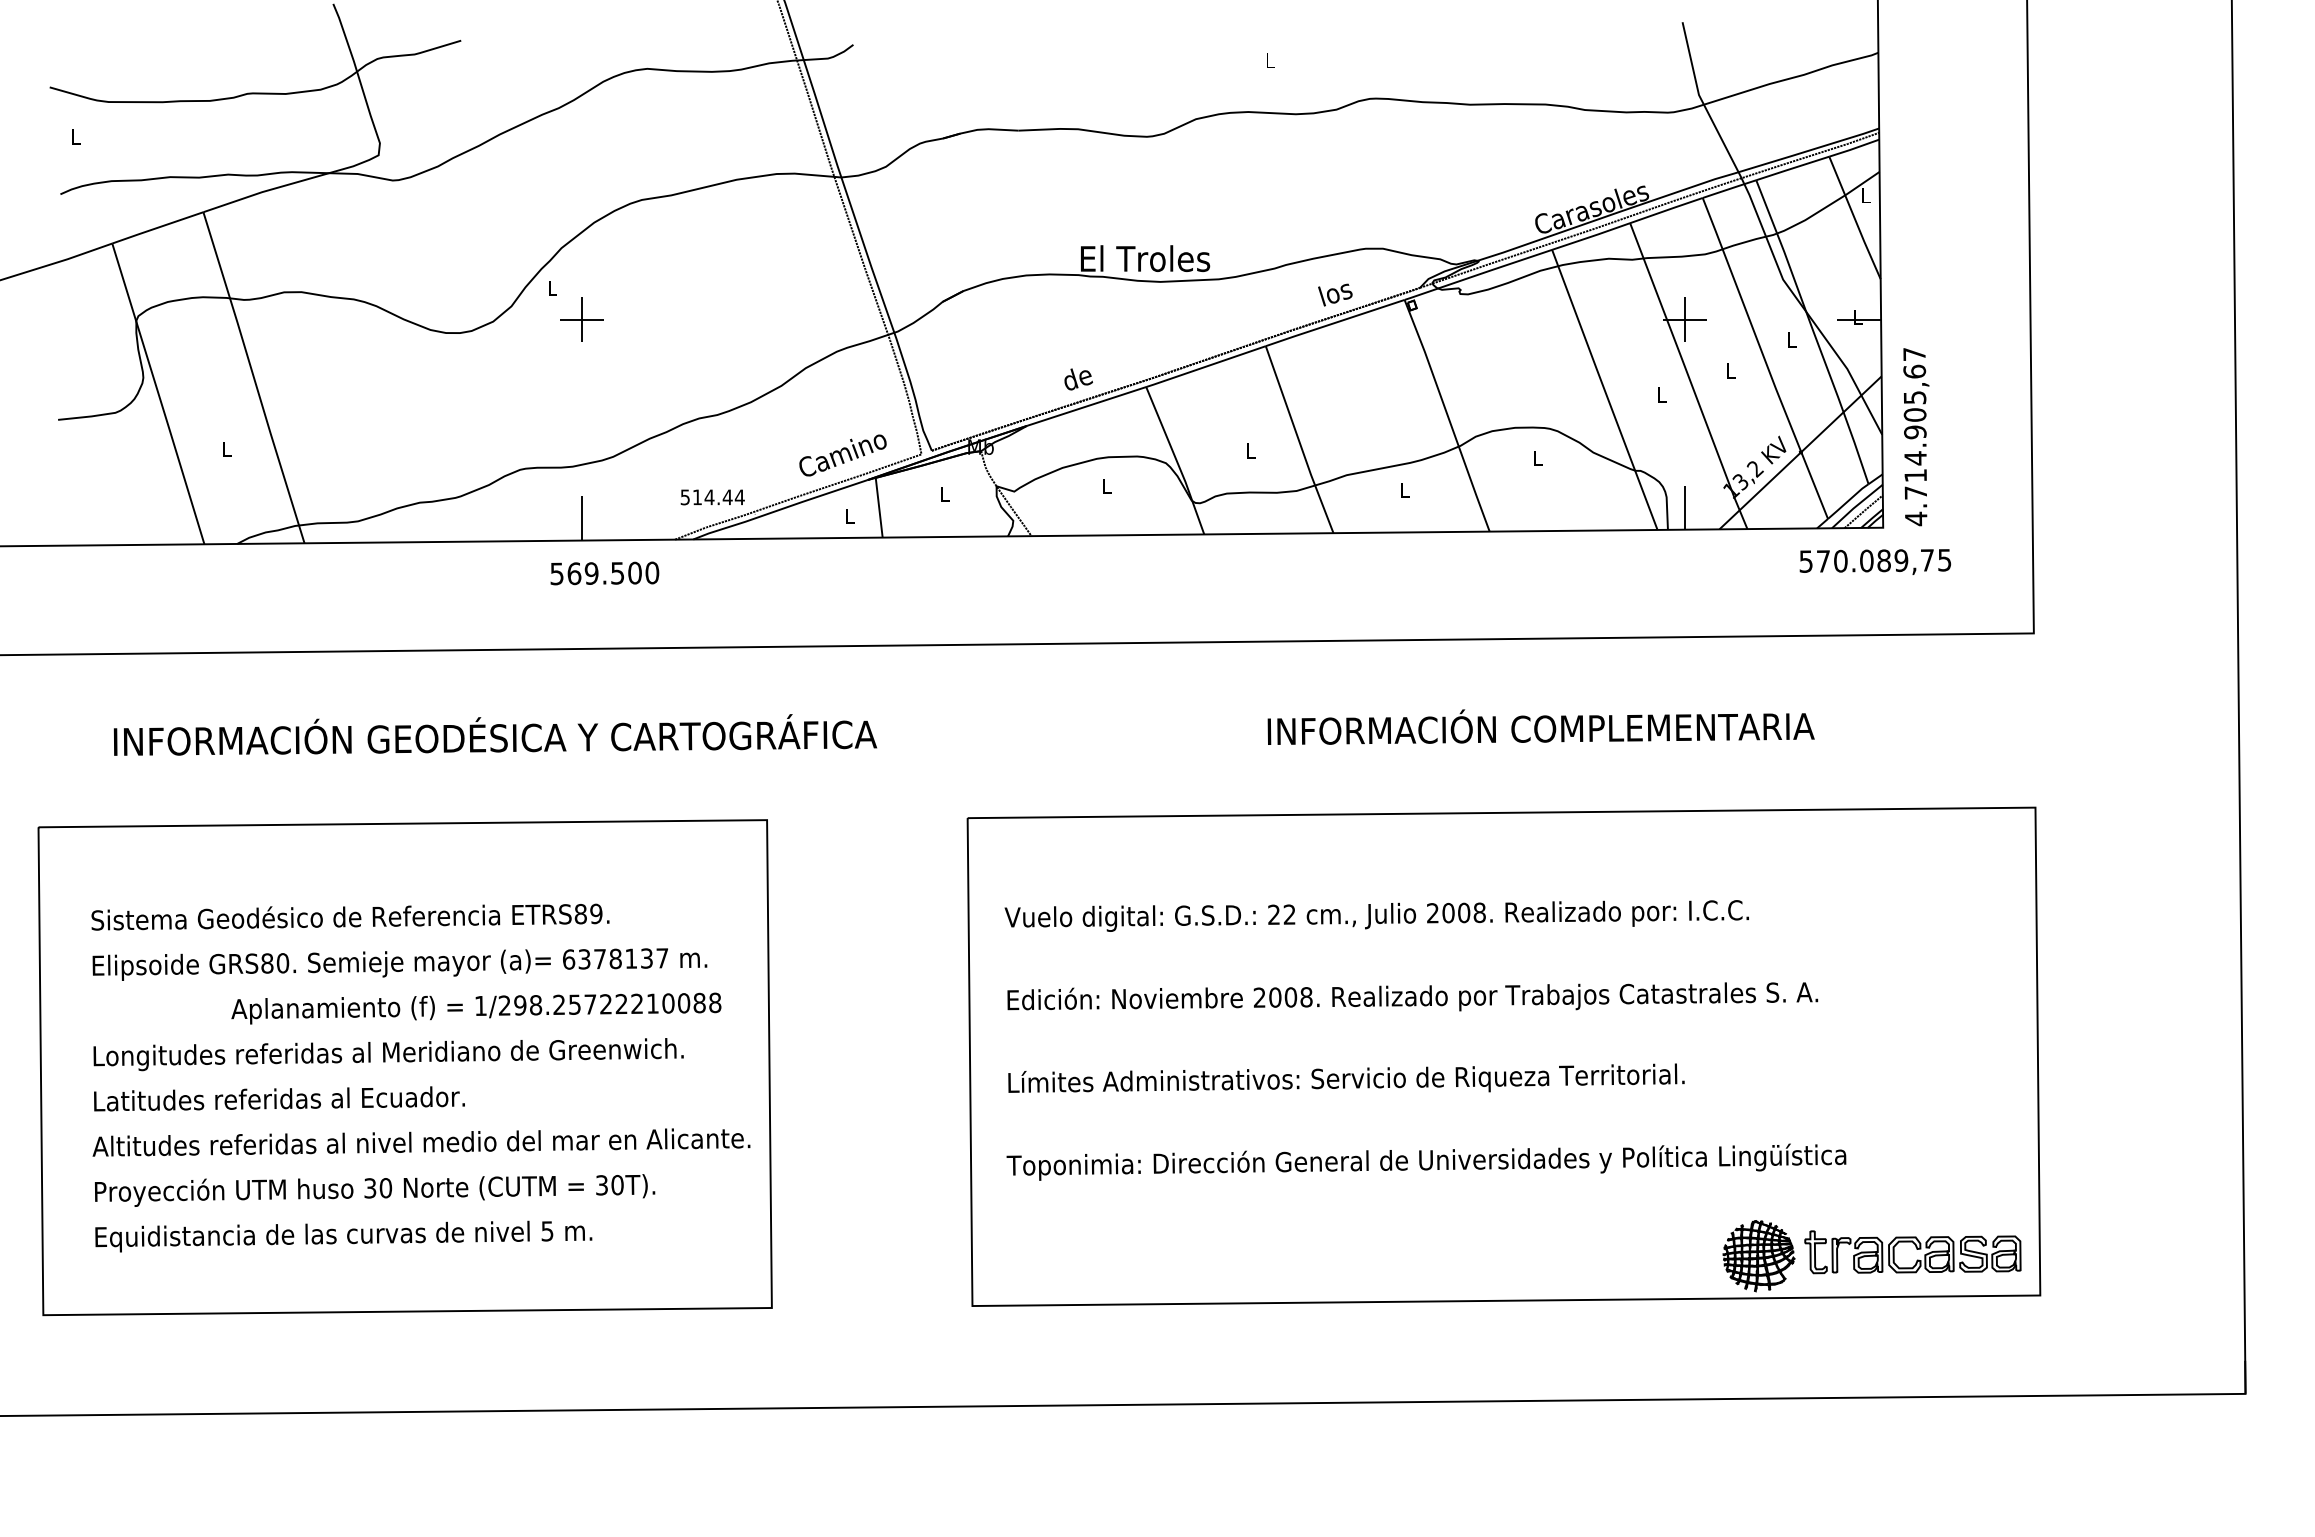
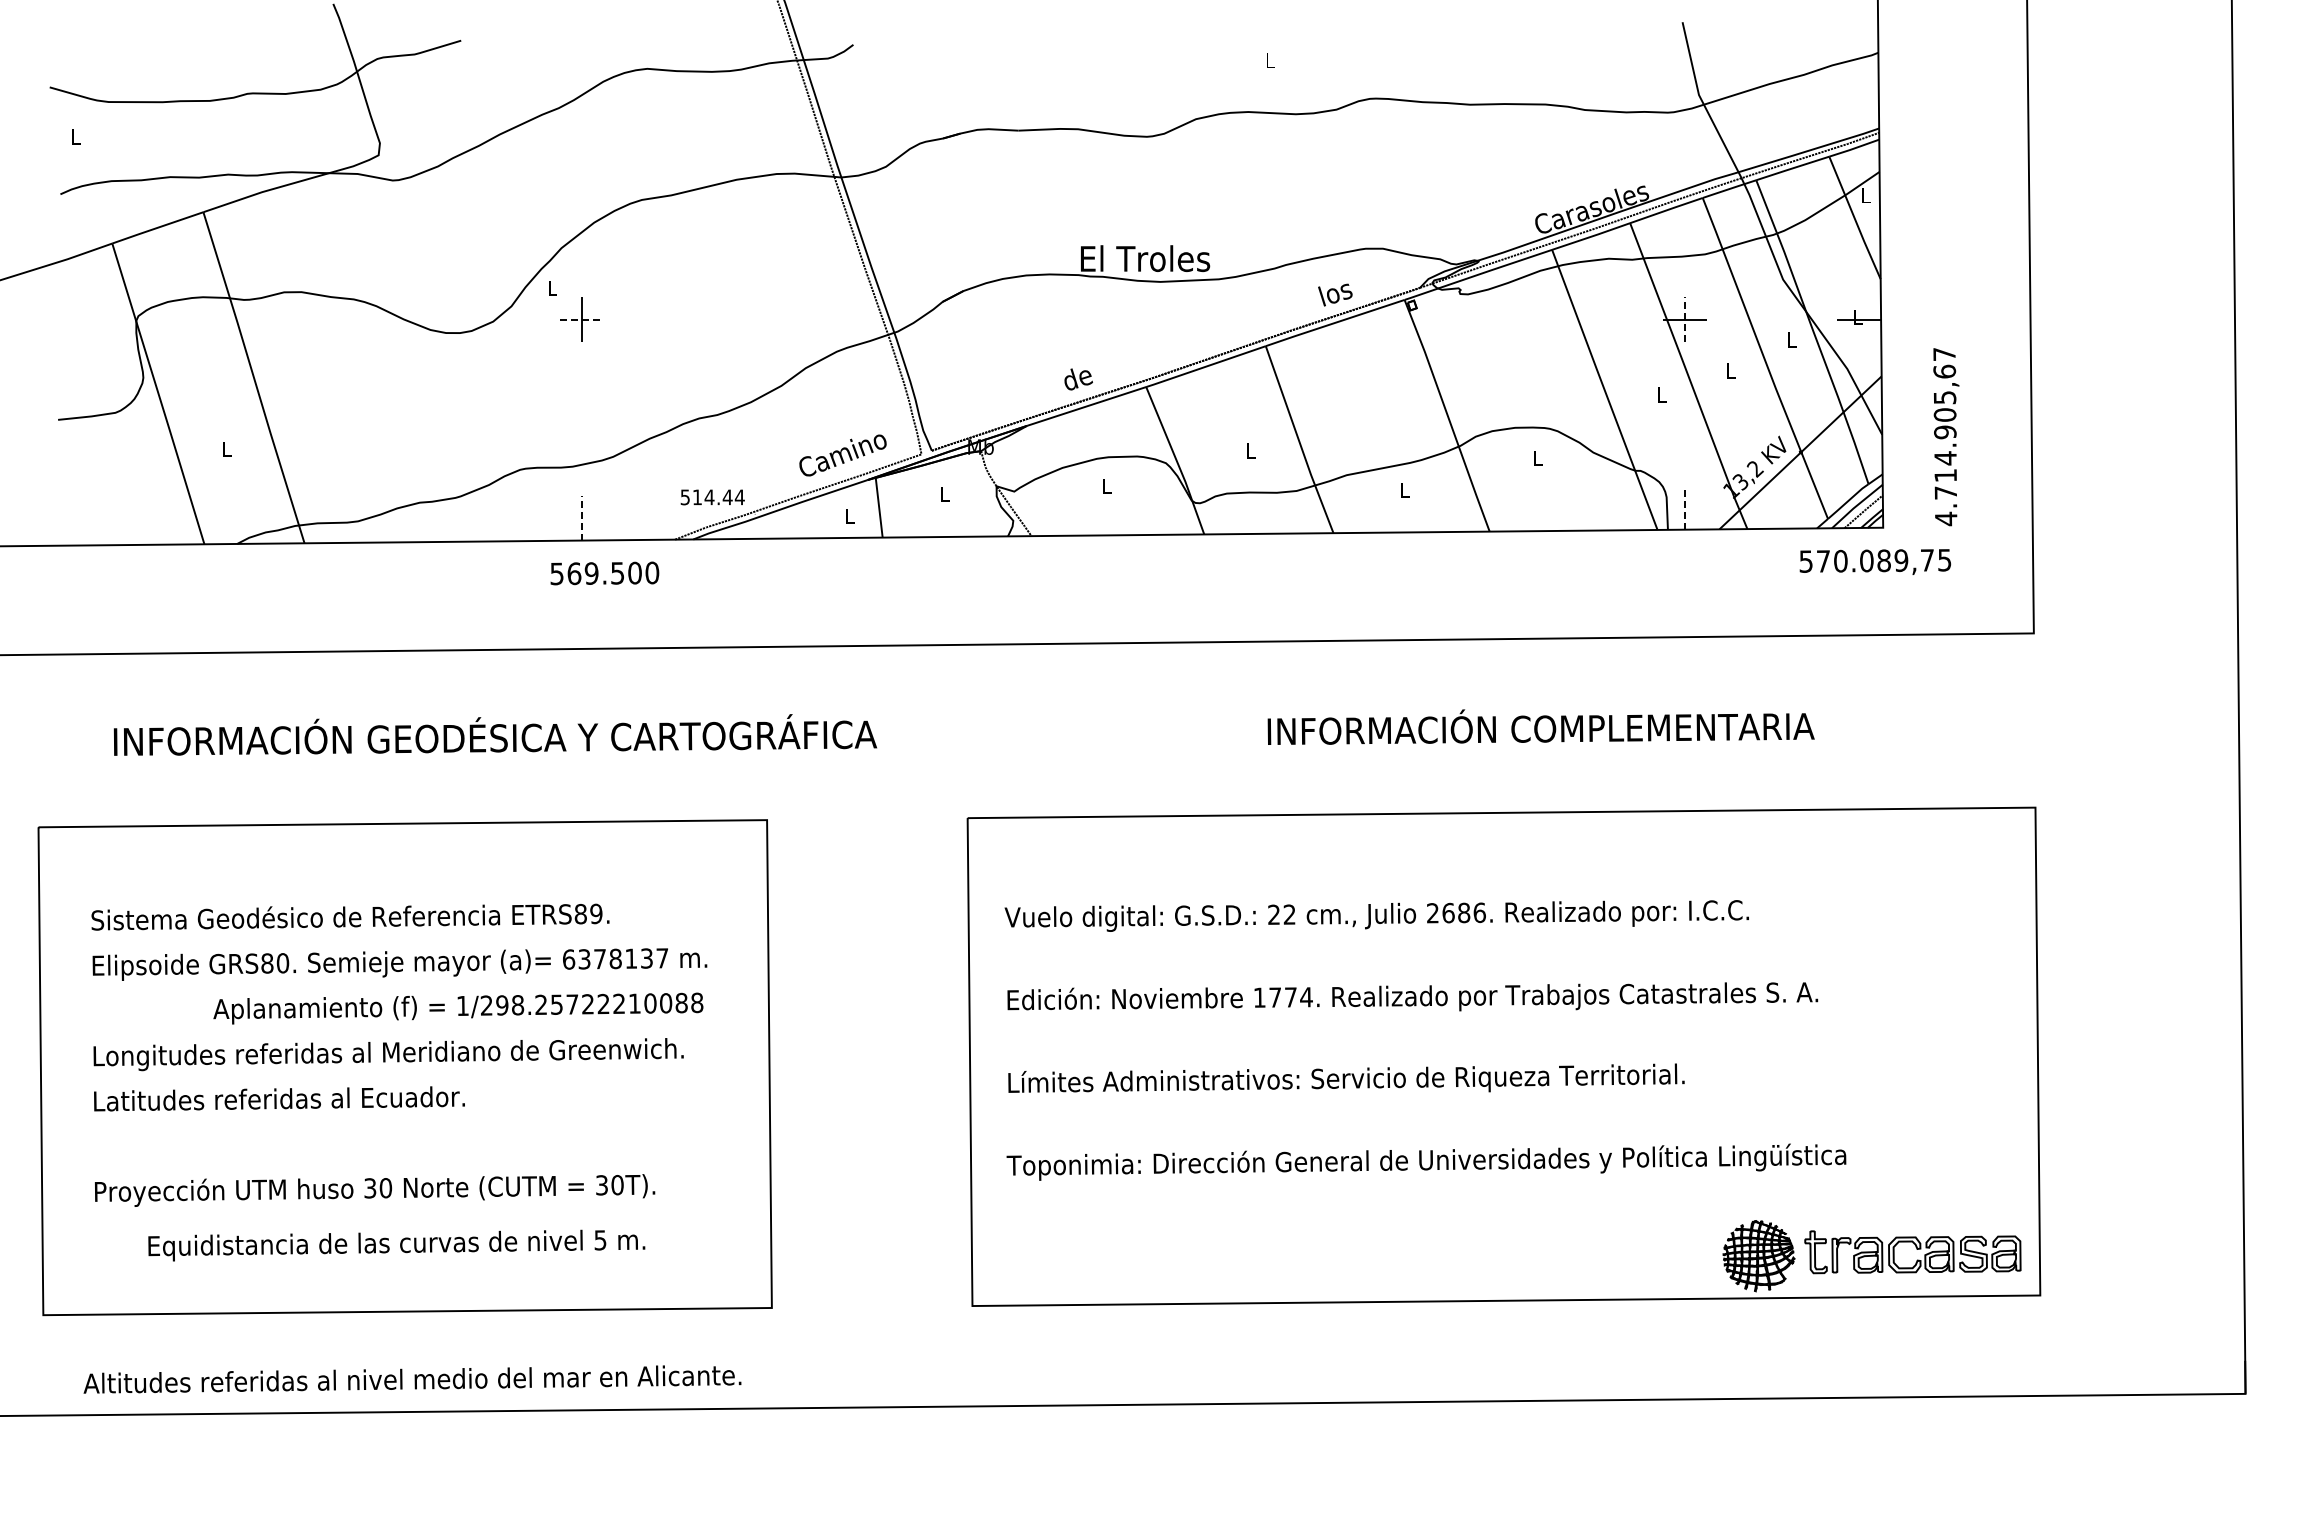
line at (582, 319): solid -> dashed
line at (1685, 319): solid -> dashed
text at (1916, 437) position: (1916, 437) -> (1946, 437)
line at (1685, 507): solid -> dashed
line at (581, 518): solid -> dashed
text at (1463, 912): 2008. -> 2686.
text at (1282, 997): 2008. -> 1774.
text at (476, 1008) position: (476, 1008) -> (458, 1008)
text at (421, 1142) position: (421, 1142) -> (412, 1379)
text at (343, 1236) position: (343, 1236) -> (396, 1245)
